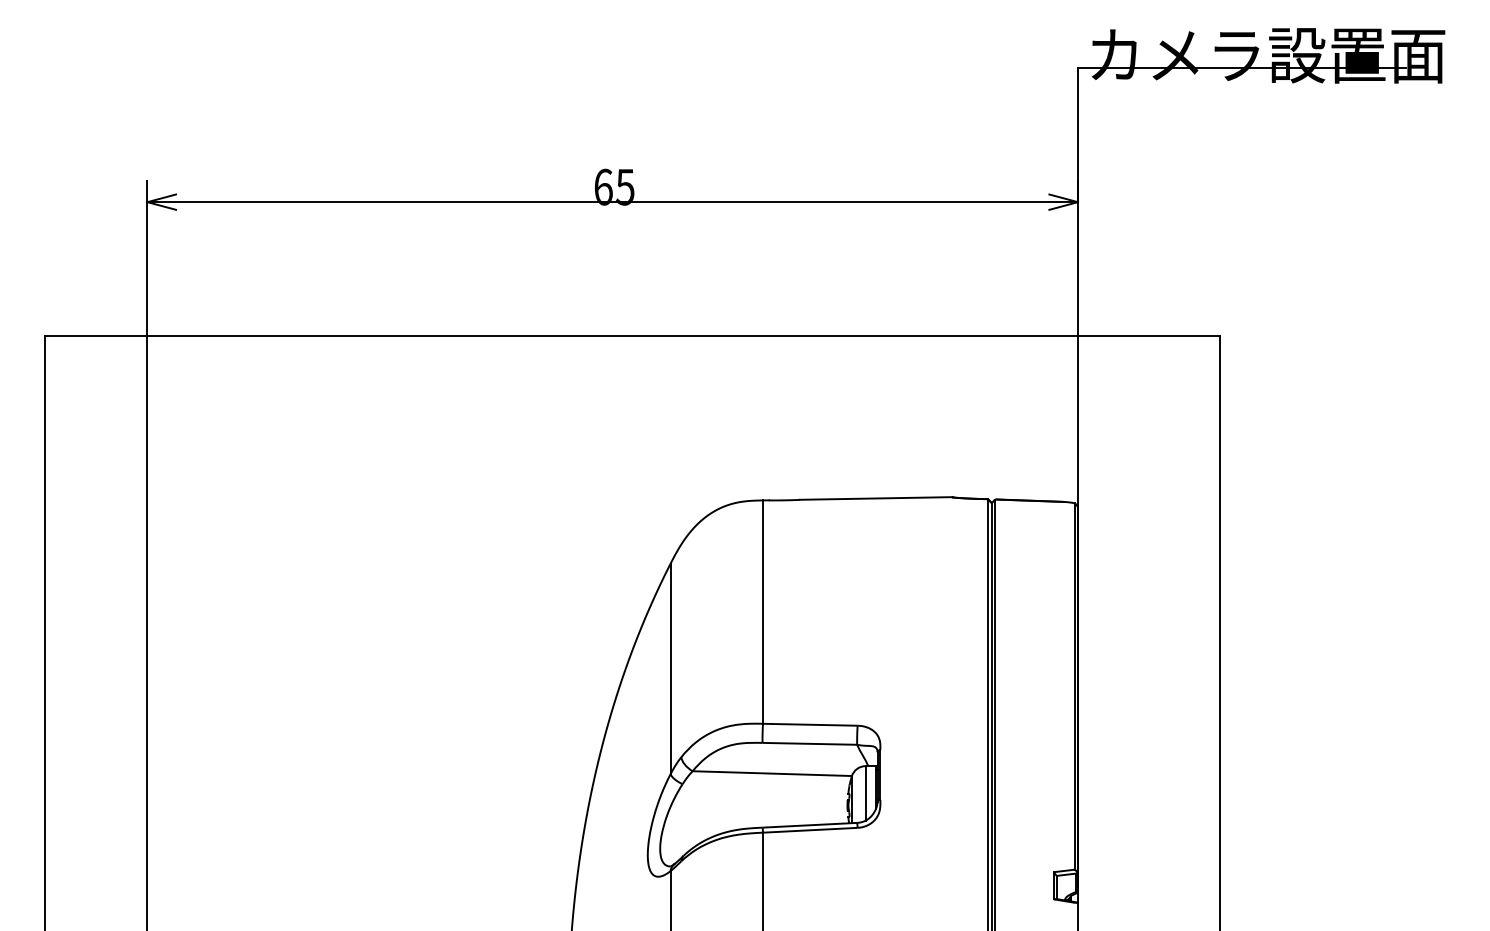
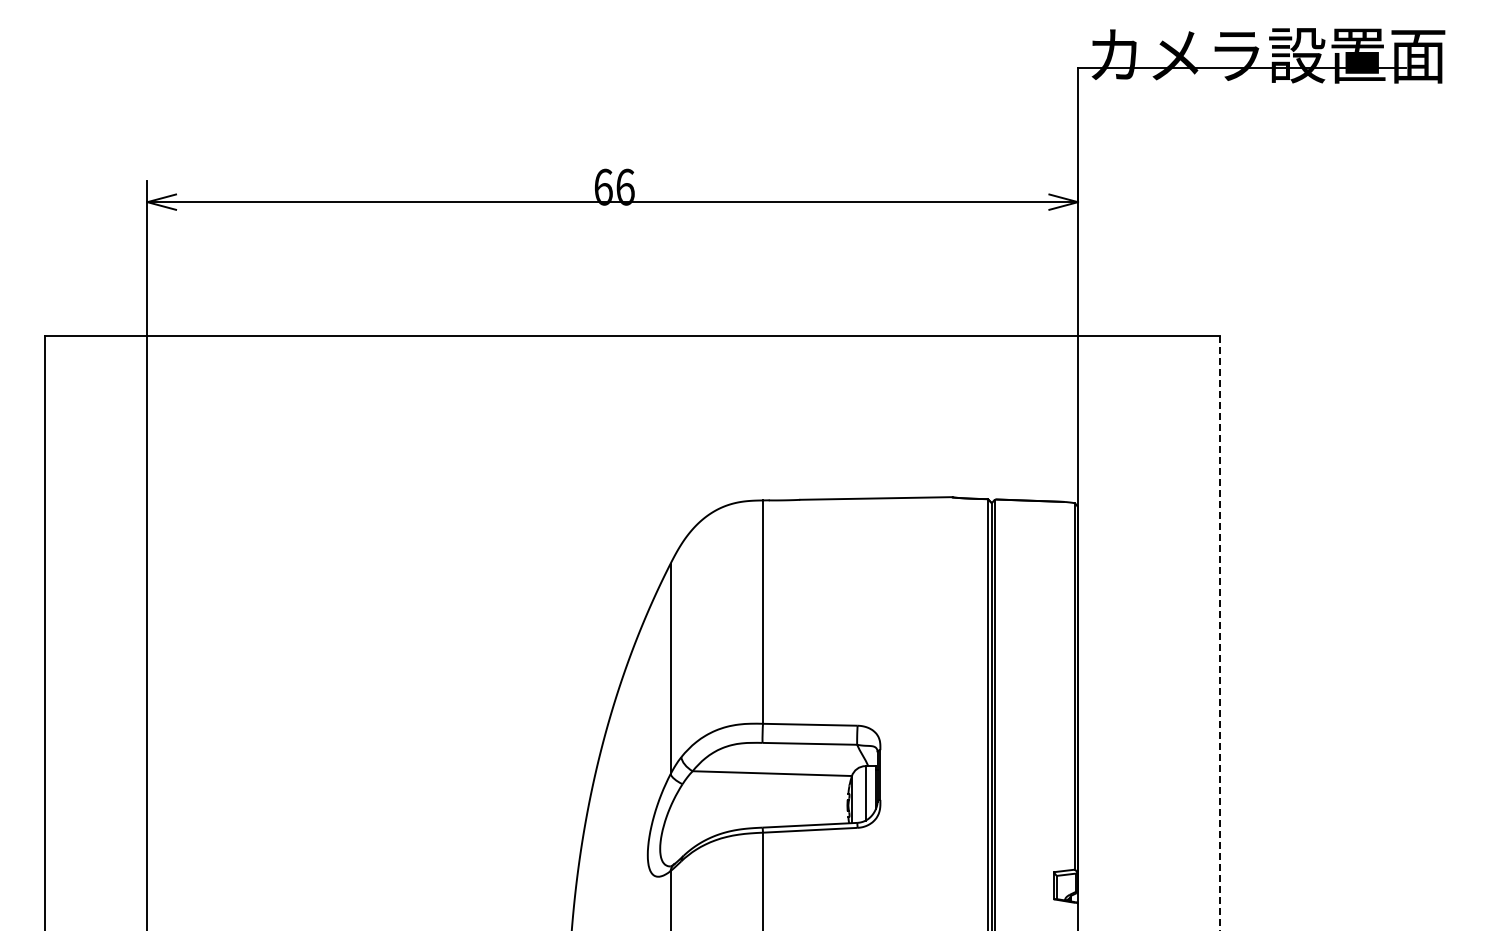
text at (625, 186): 65 -> 66
line at (1219, 633): solid -> dashed
